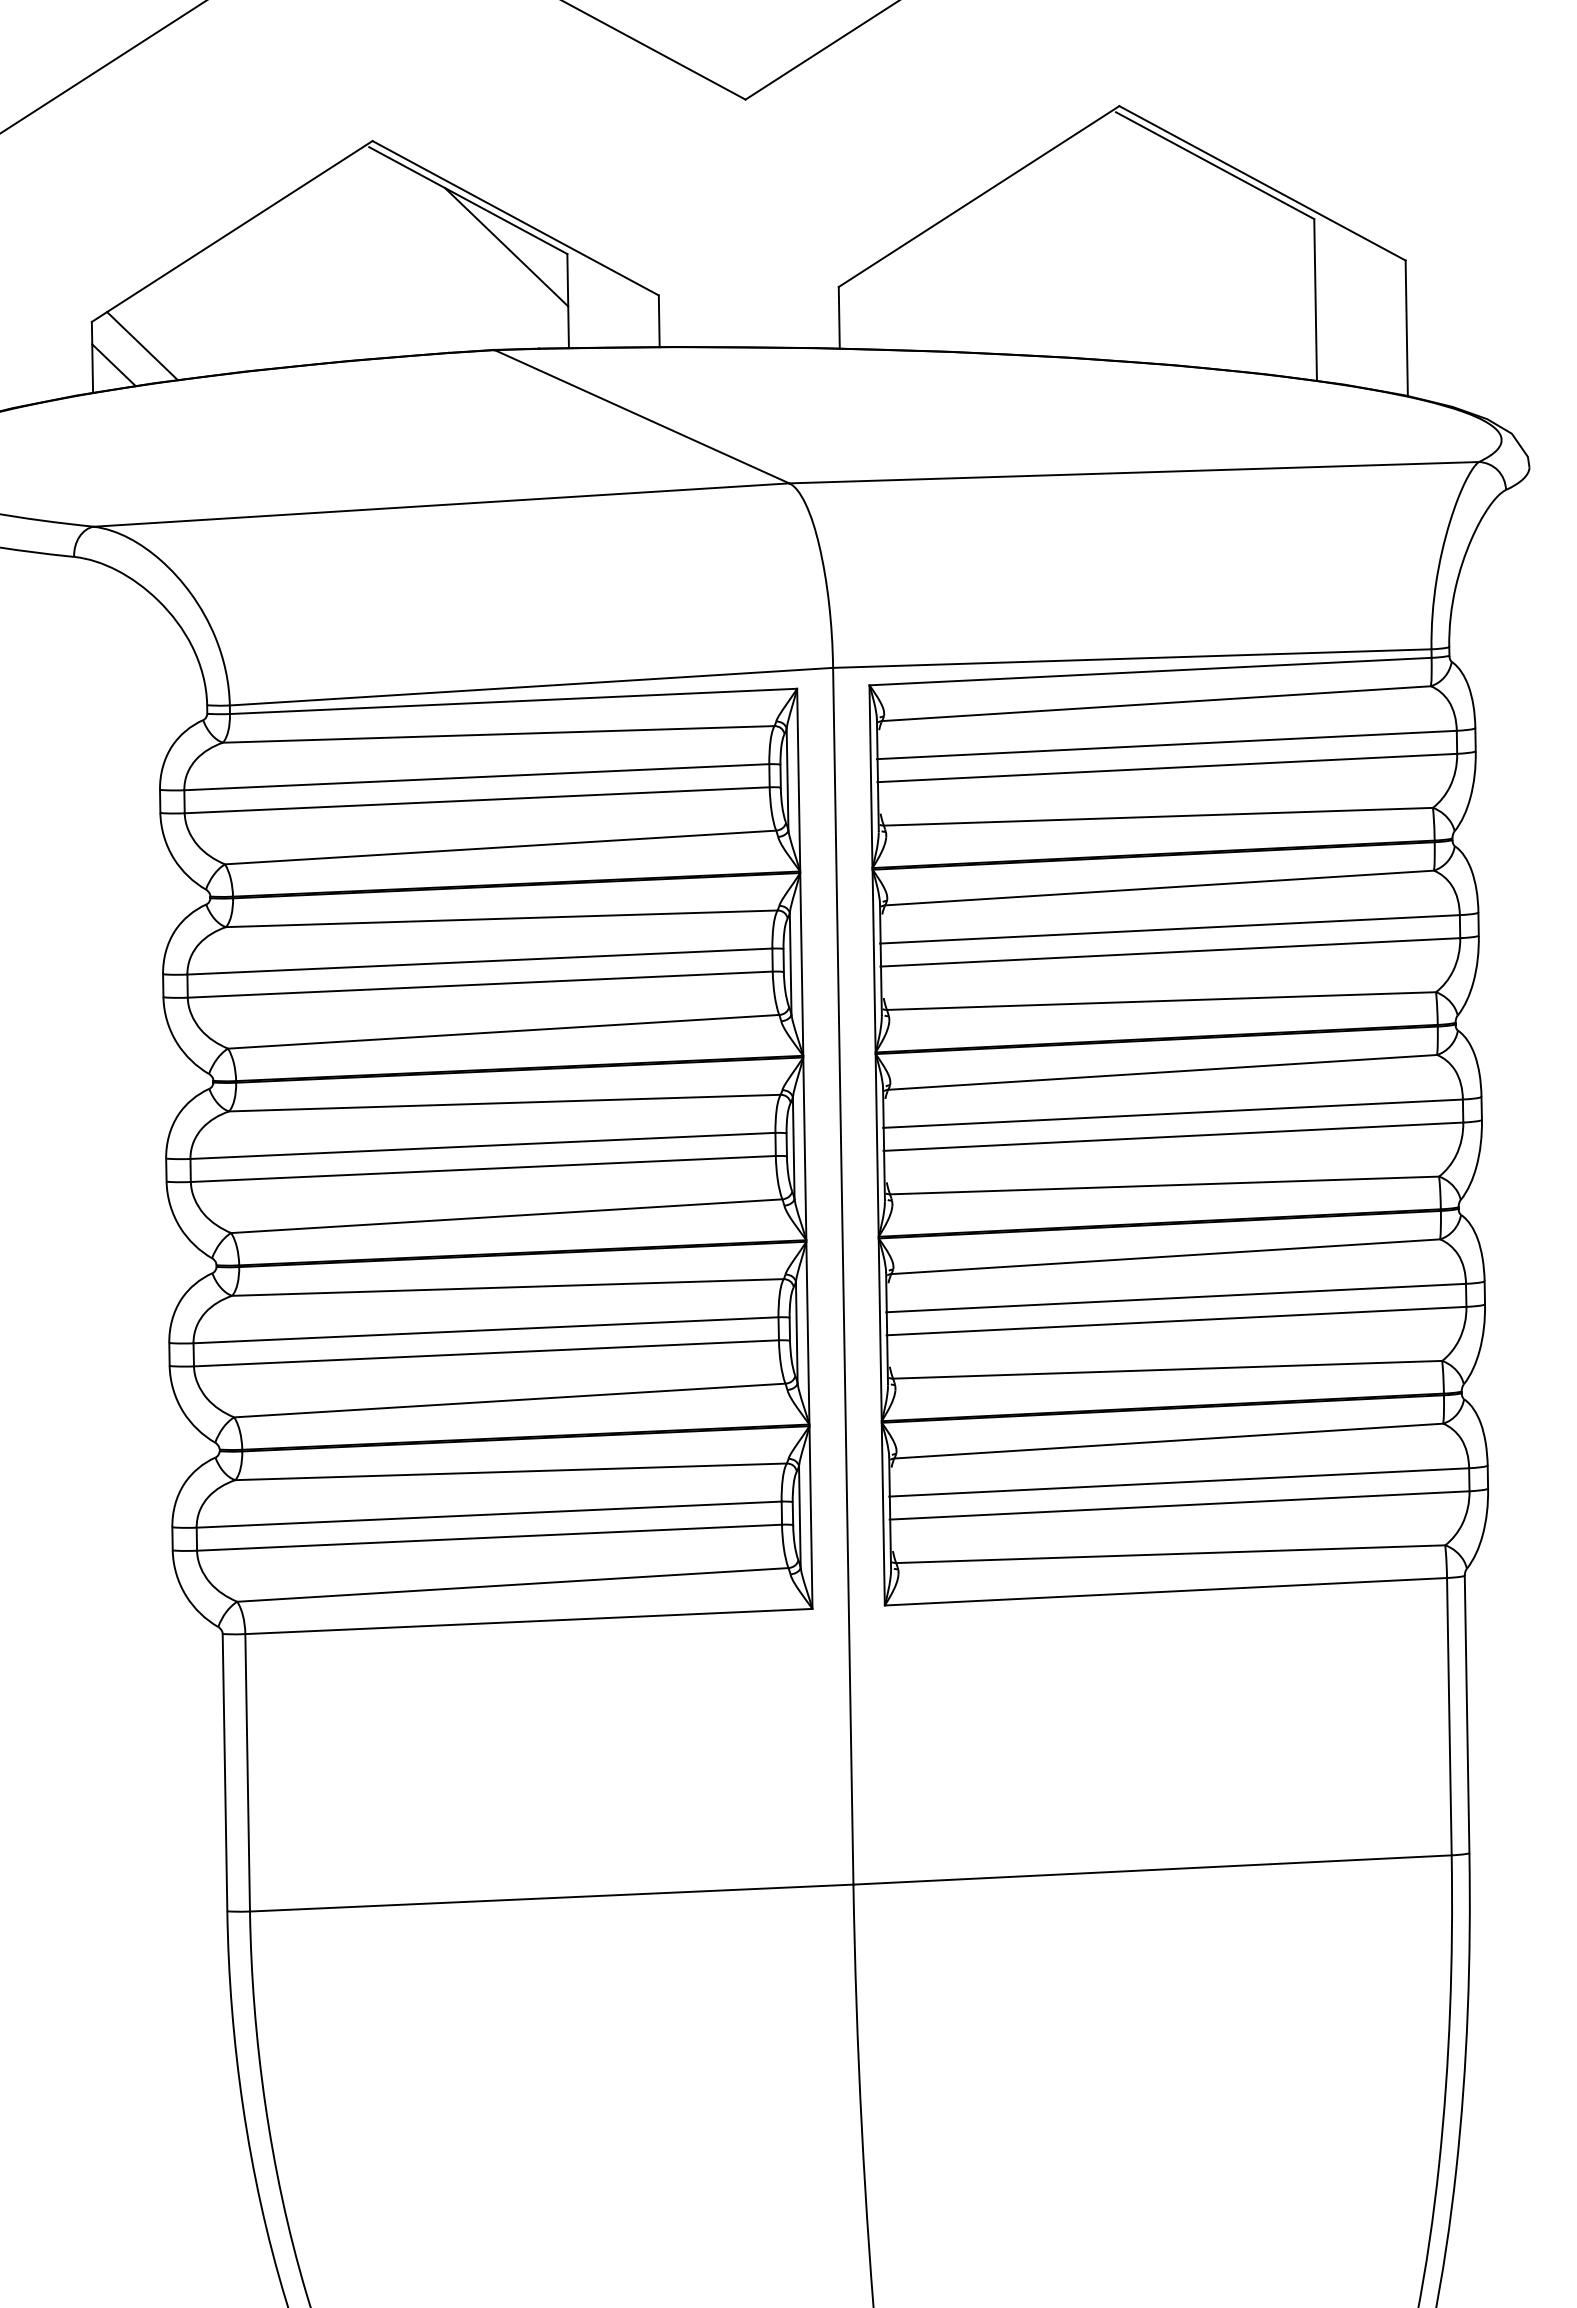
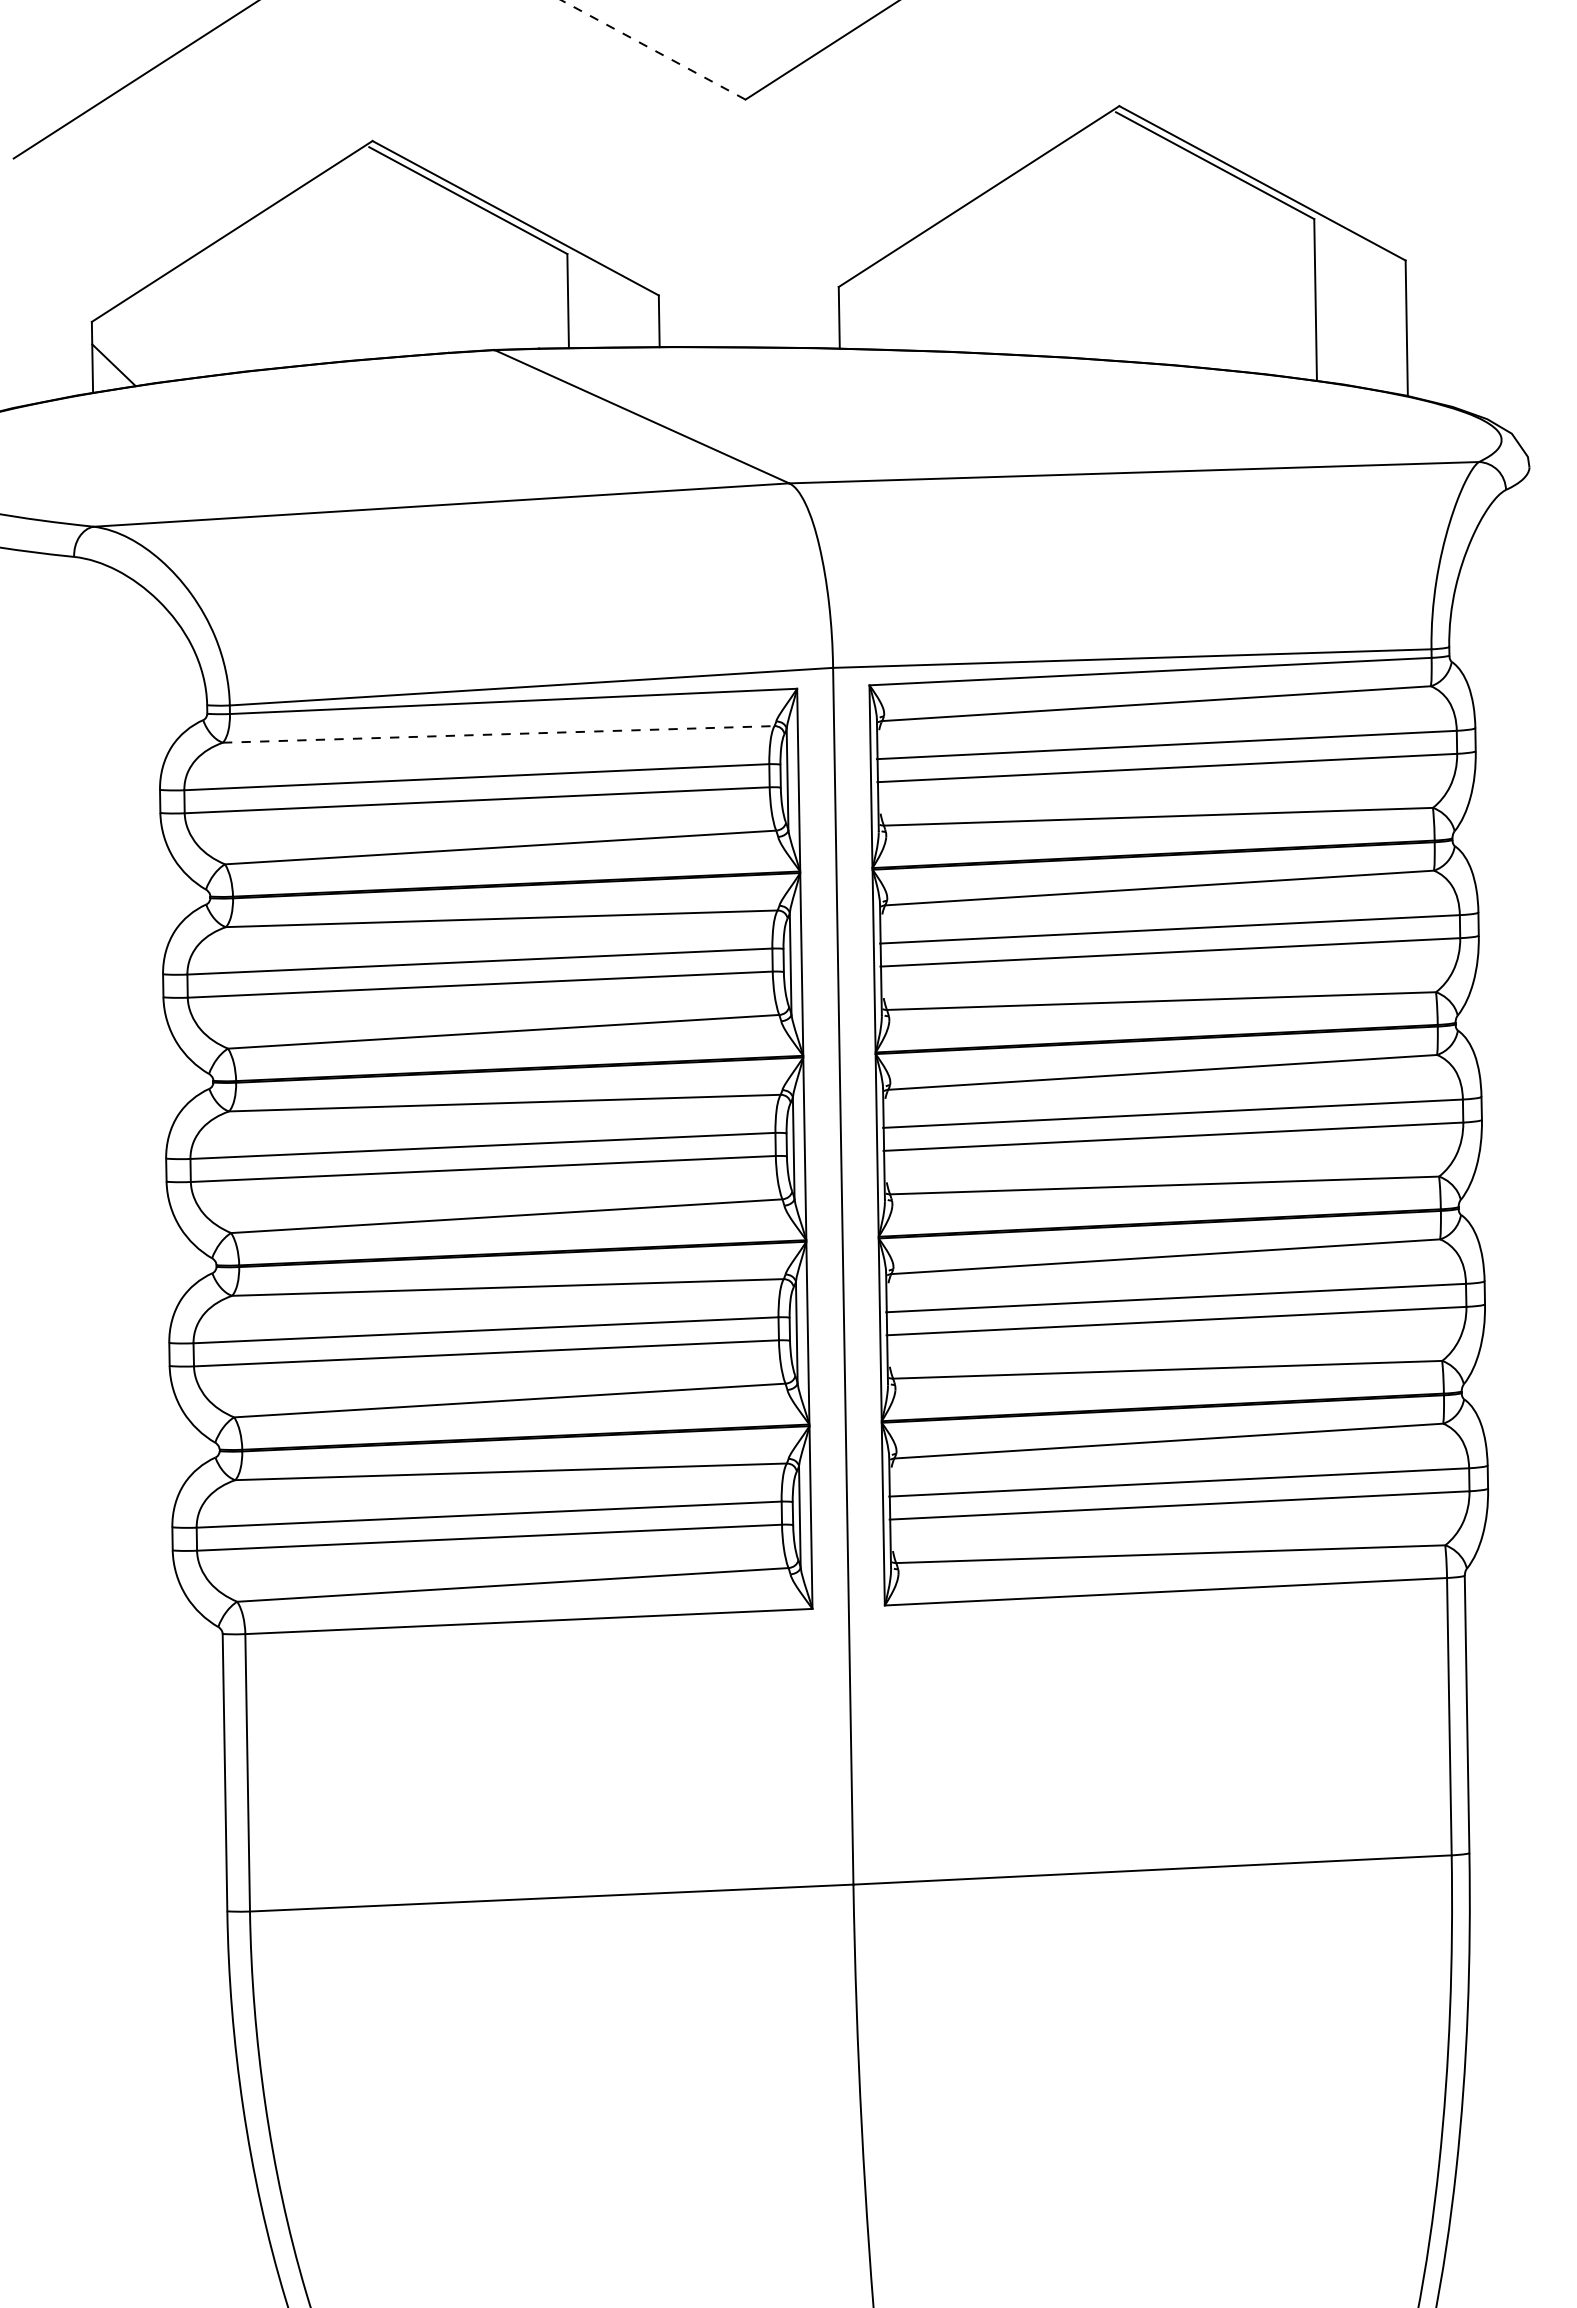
line at (653, 49): solid -> dashed
line at (103, 67) position: (103, 67) -> (134, 80)
line at (506, 247): present -> none
line at (142, 346): present -> none
line at (498, 734): solid -> dashed
